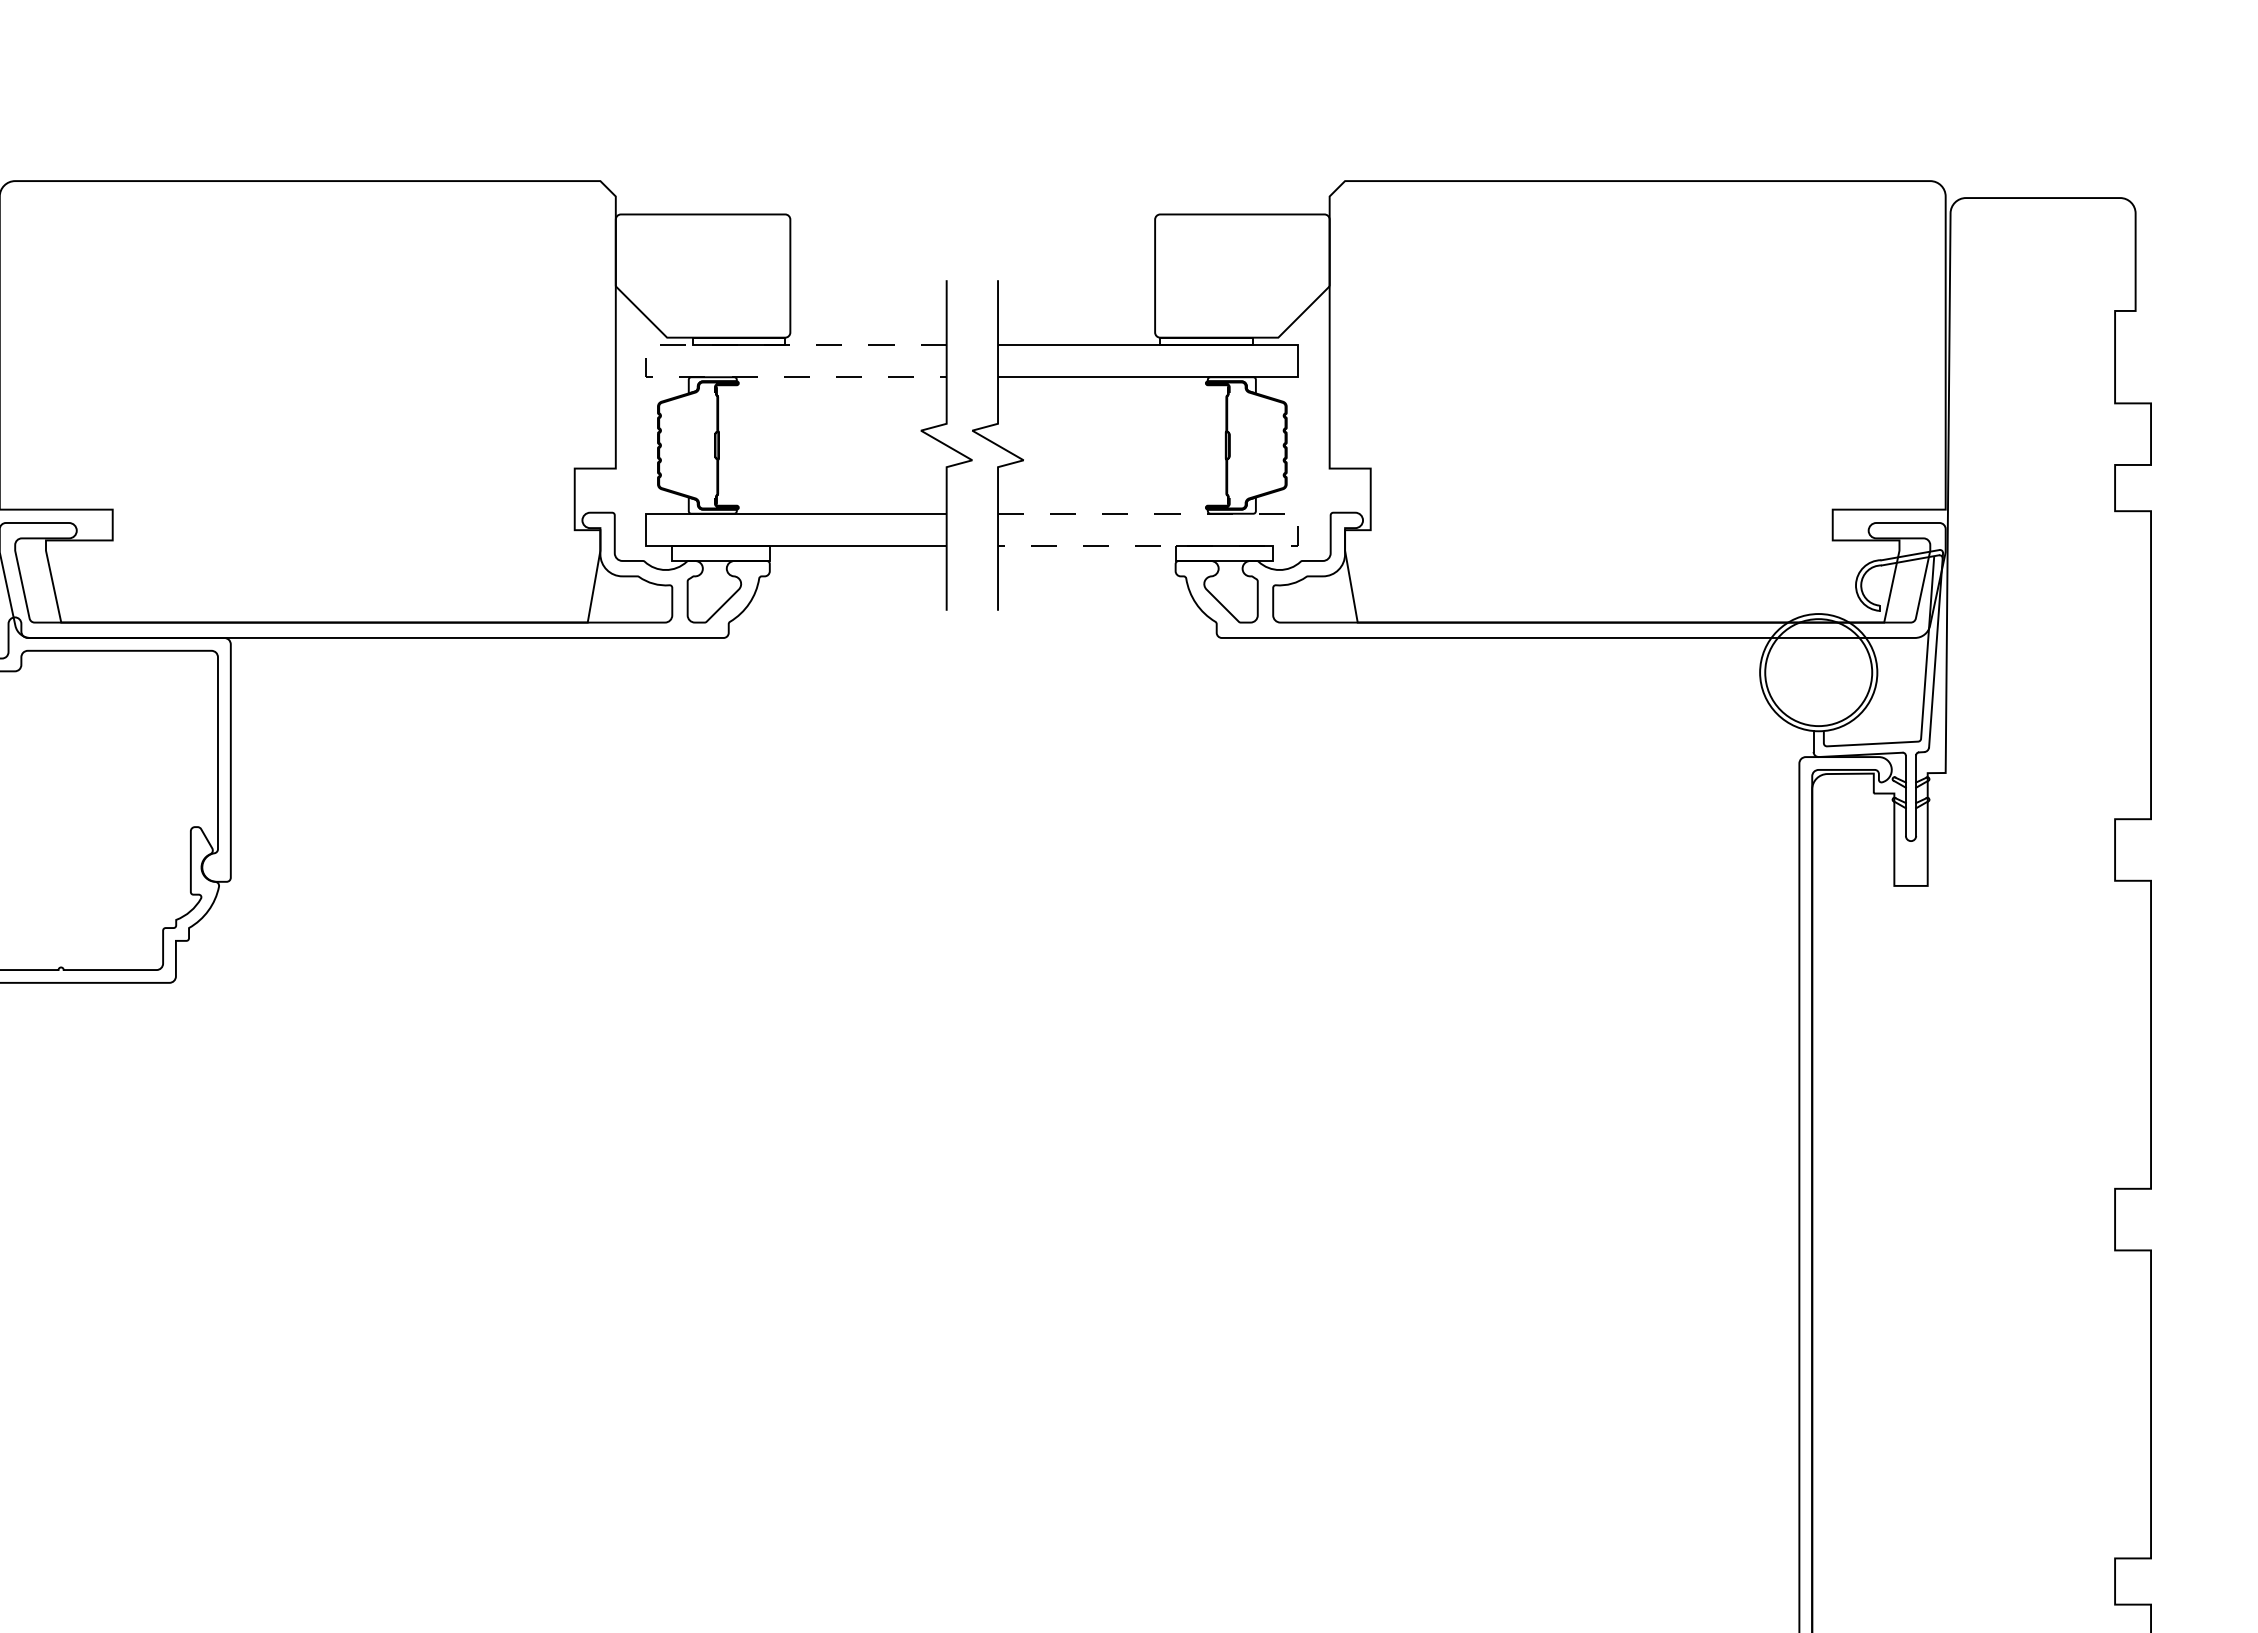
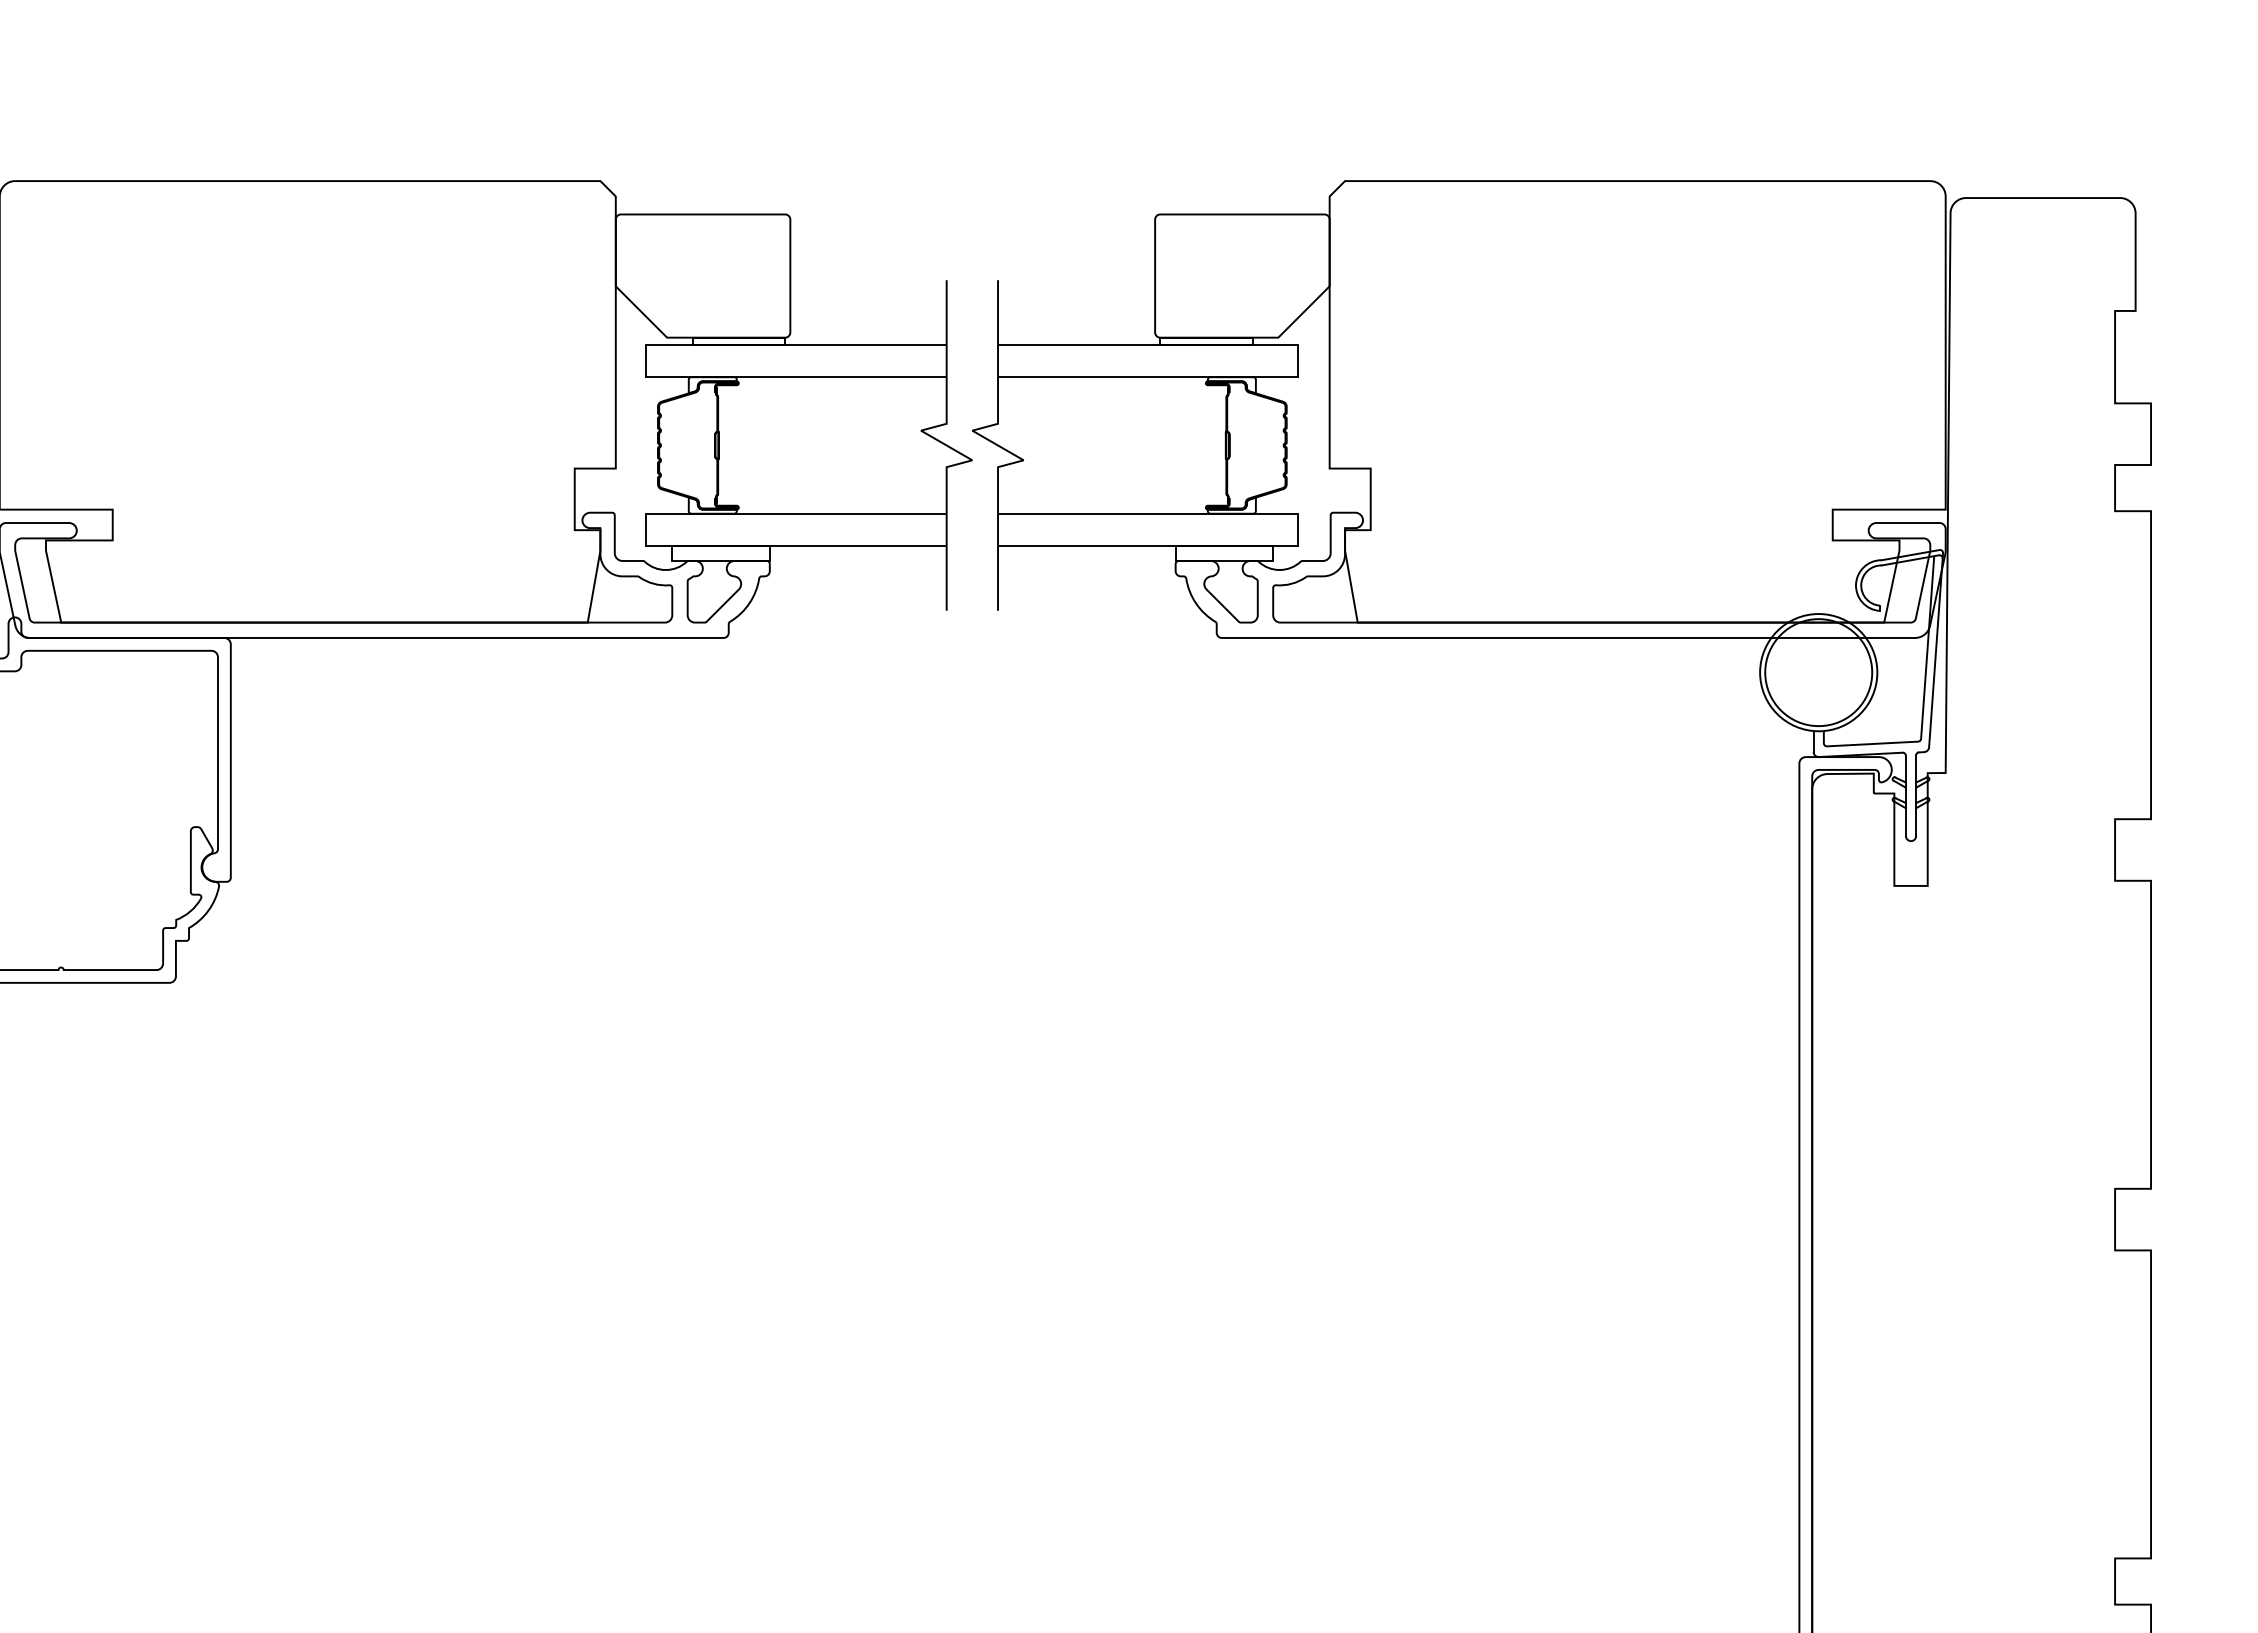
line at (646, 361): dashed -> solid
line at (1298, 529): dashed -> solid
